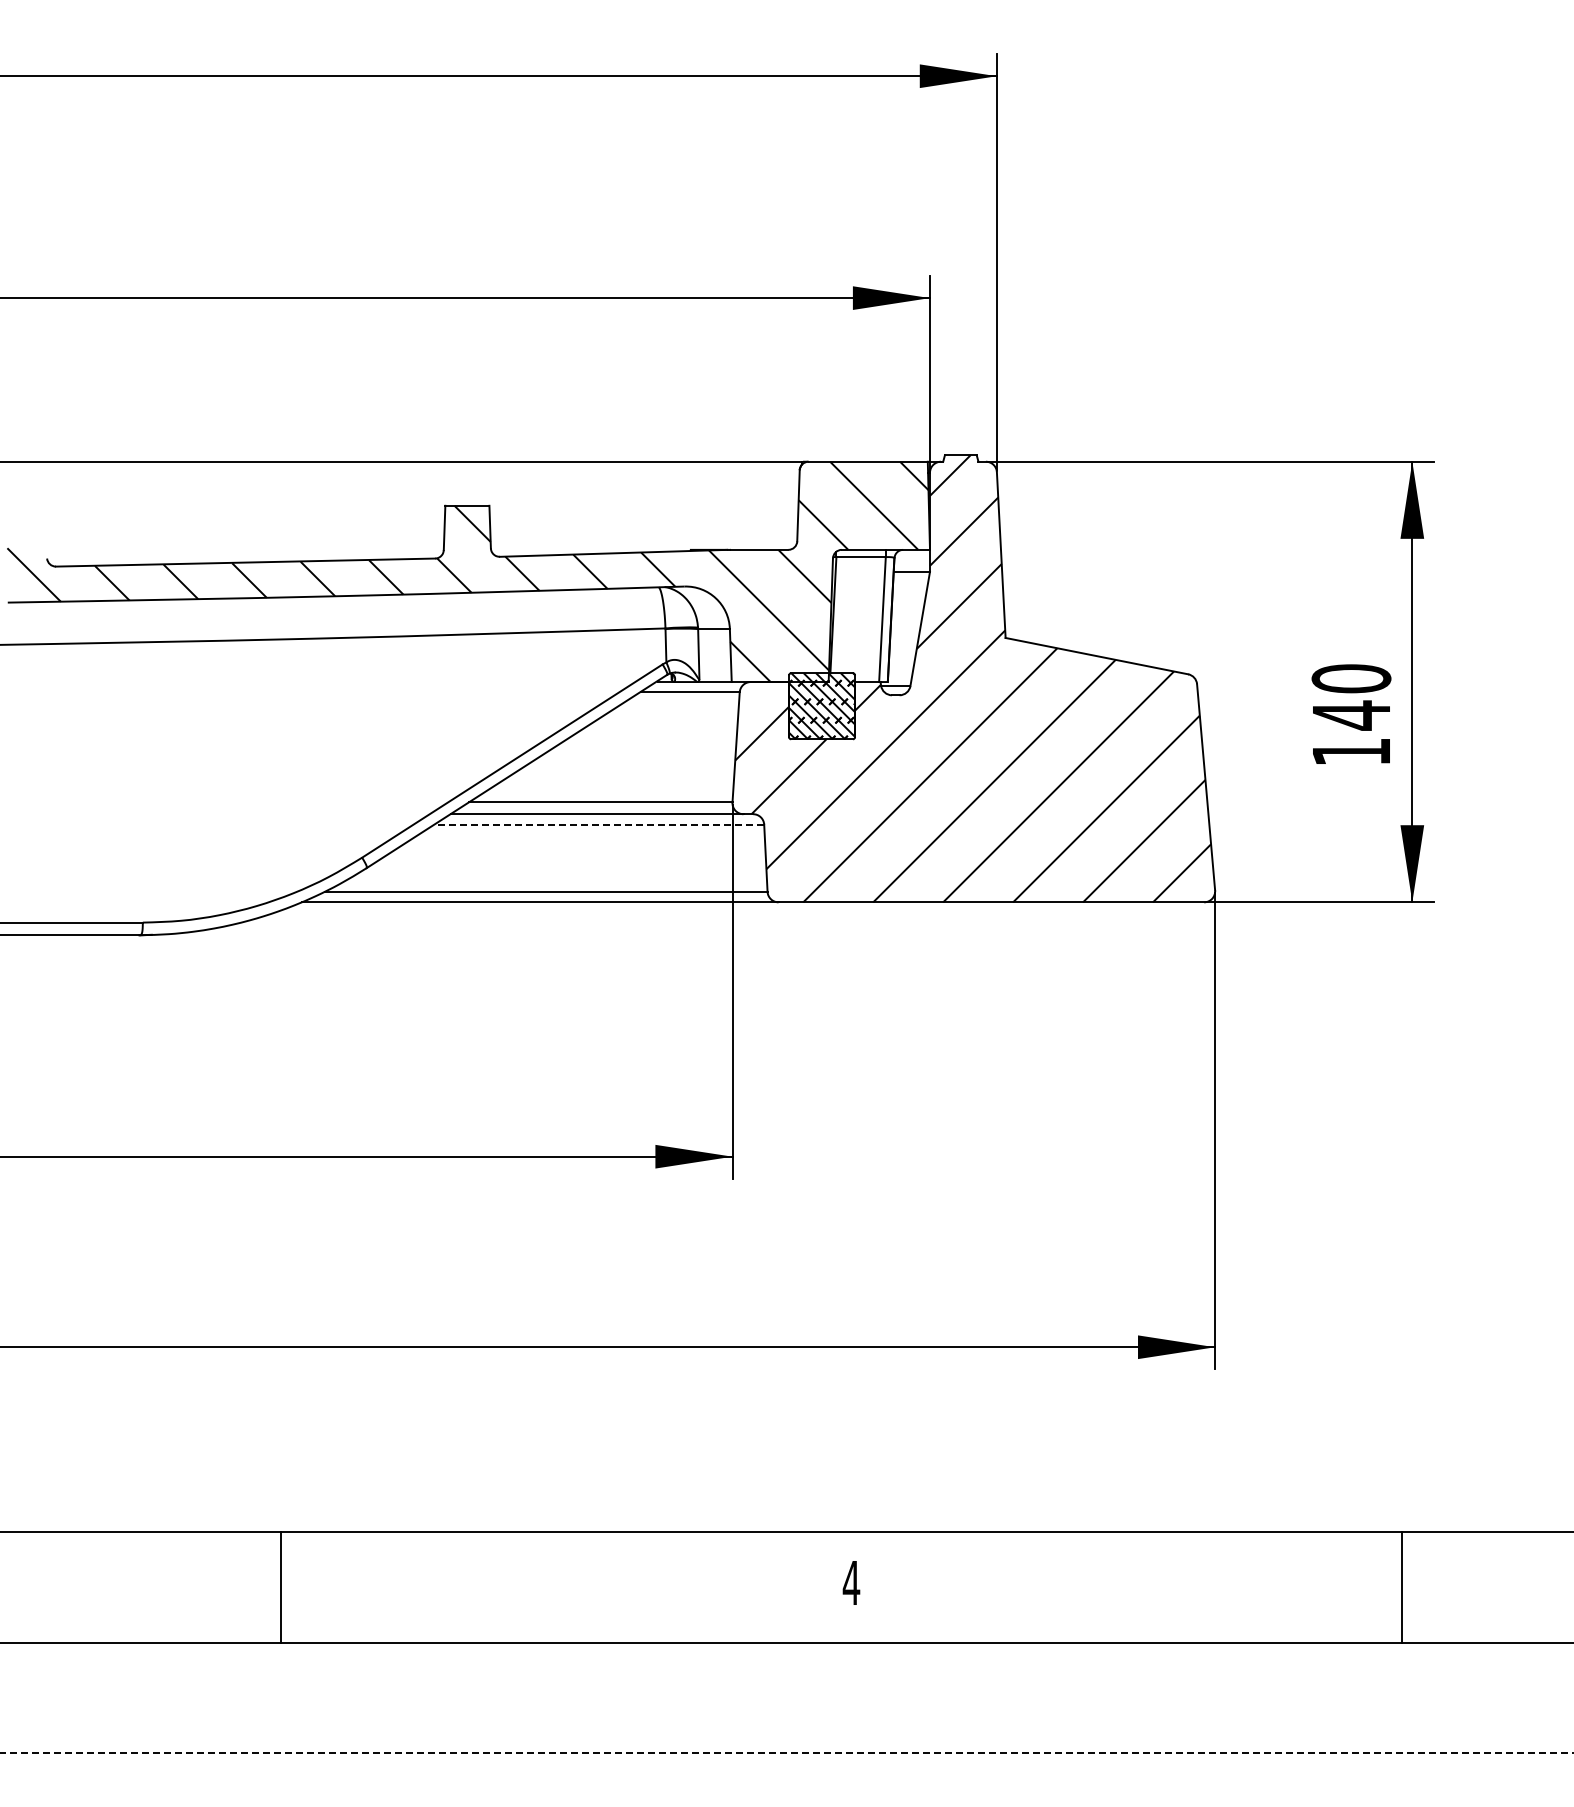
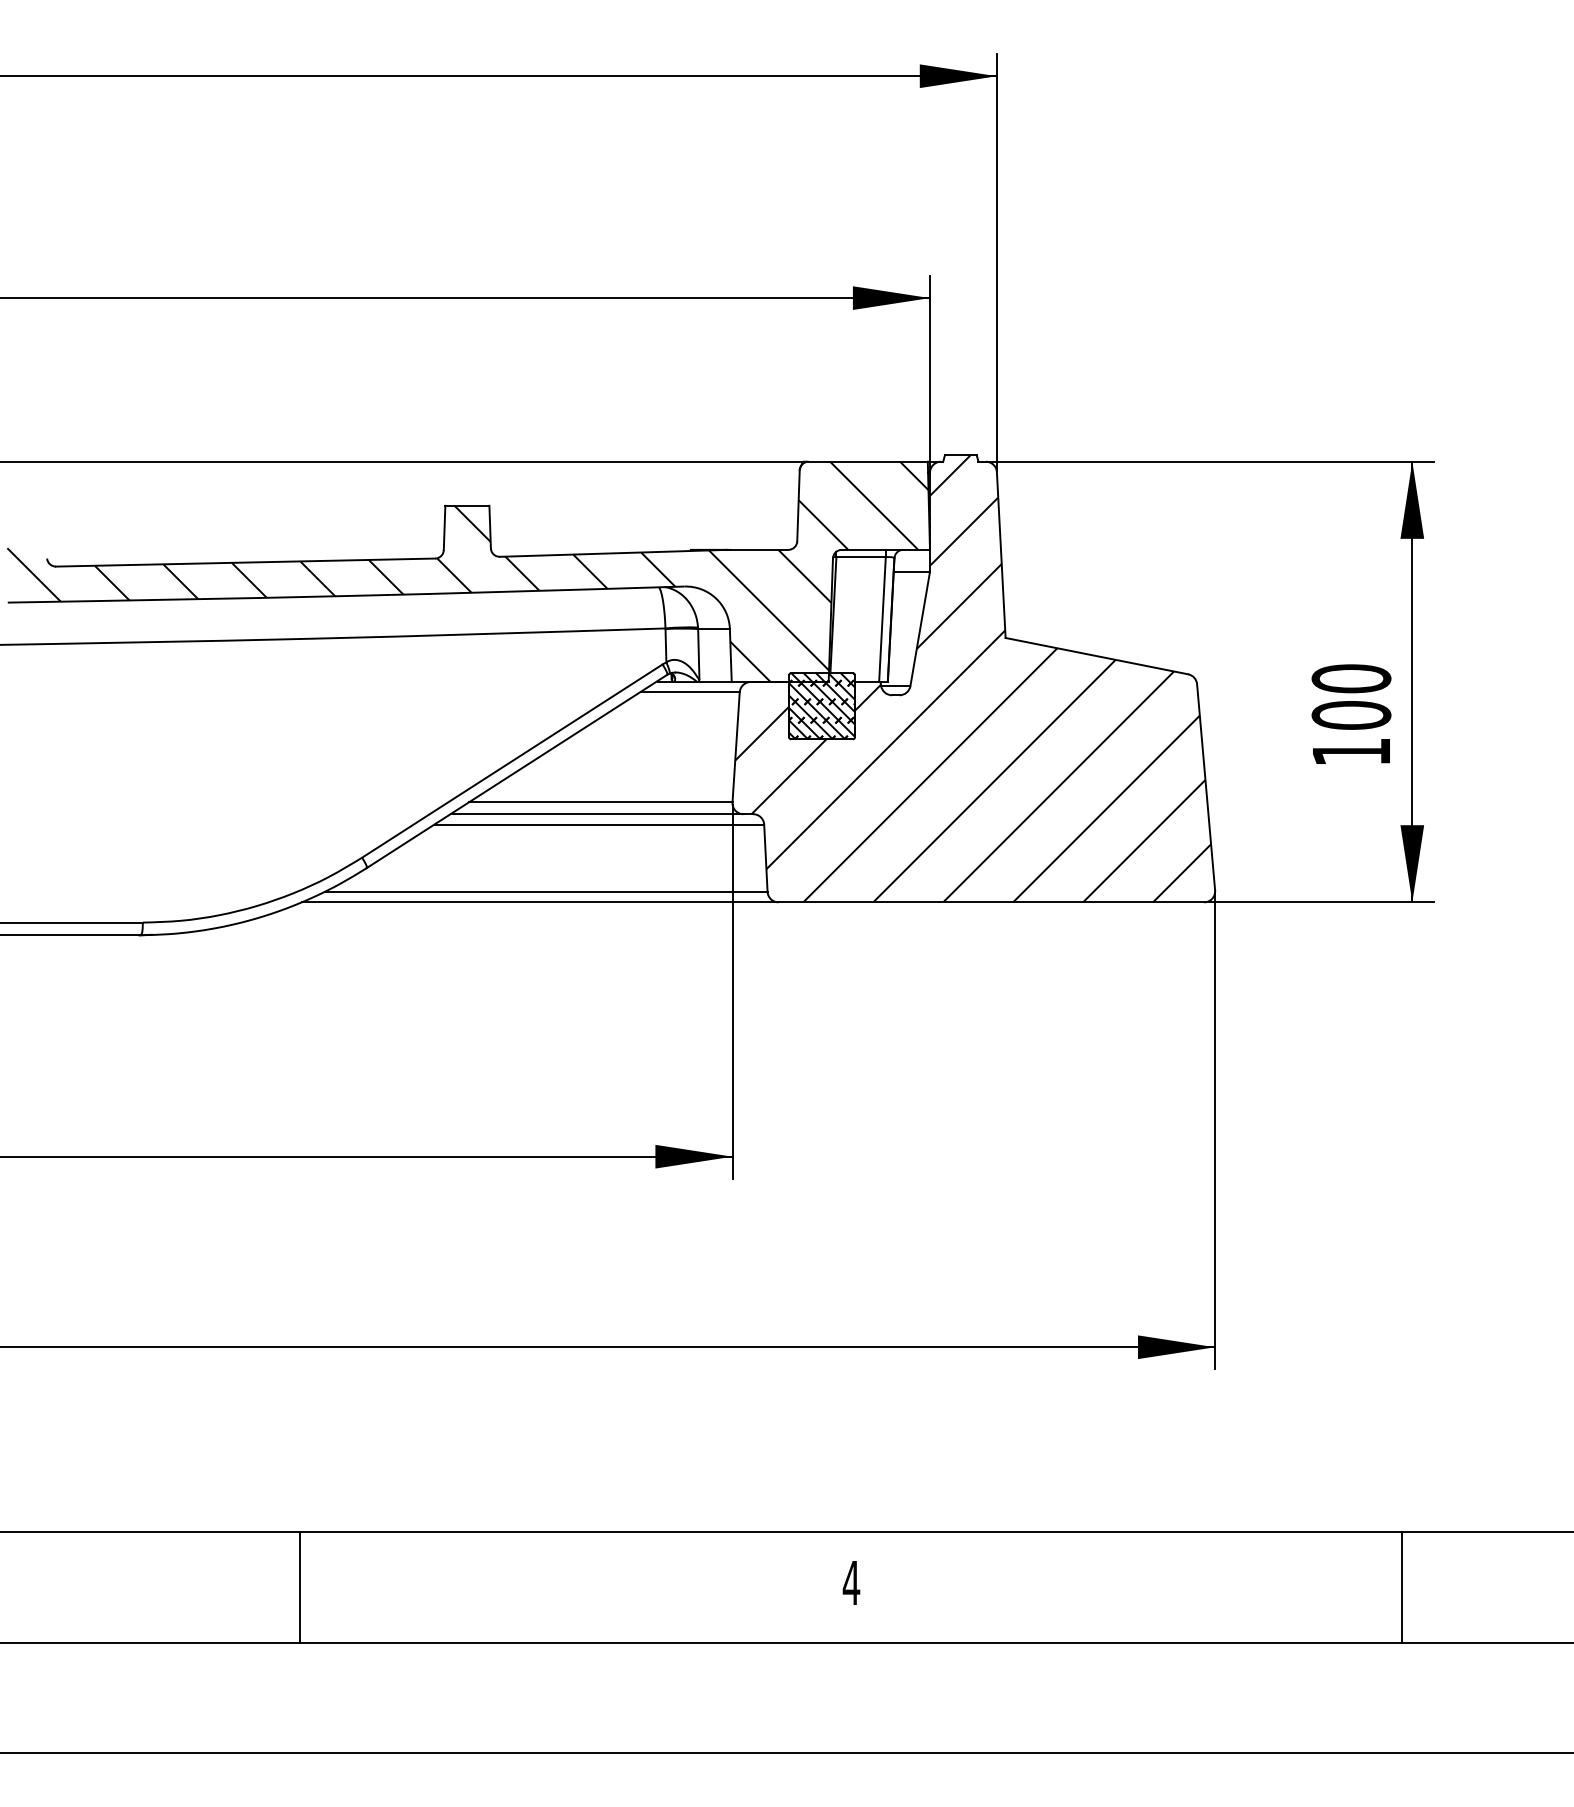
text at (1351, 715): 140 -> 100
line at (599, 824): dashed -> solid
line at (281, 1587) position: (281, 1587) -> (300, 1587)
line at (786, 1752): dashed -> solid
